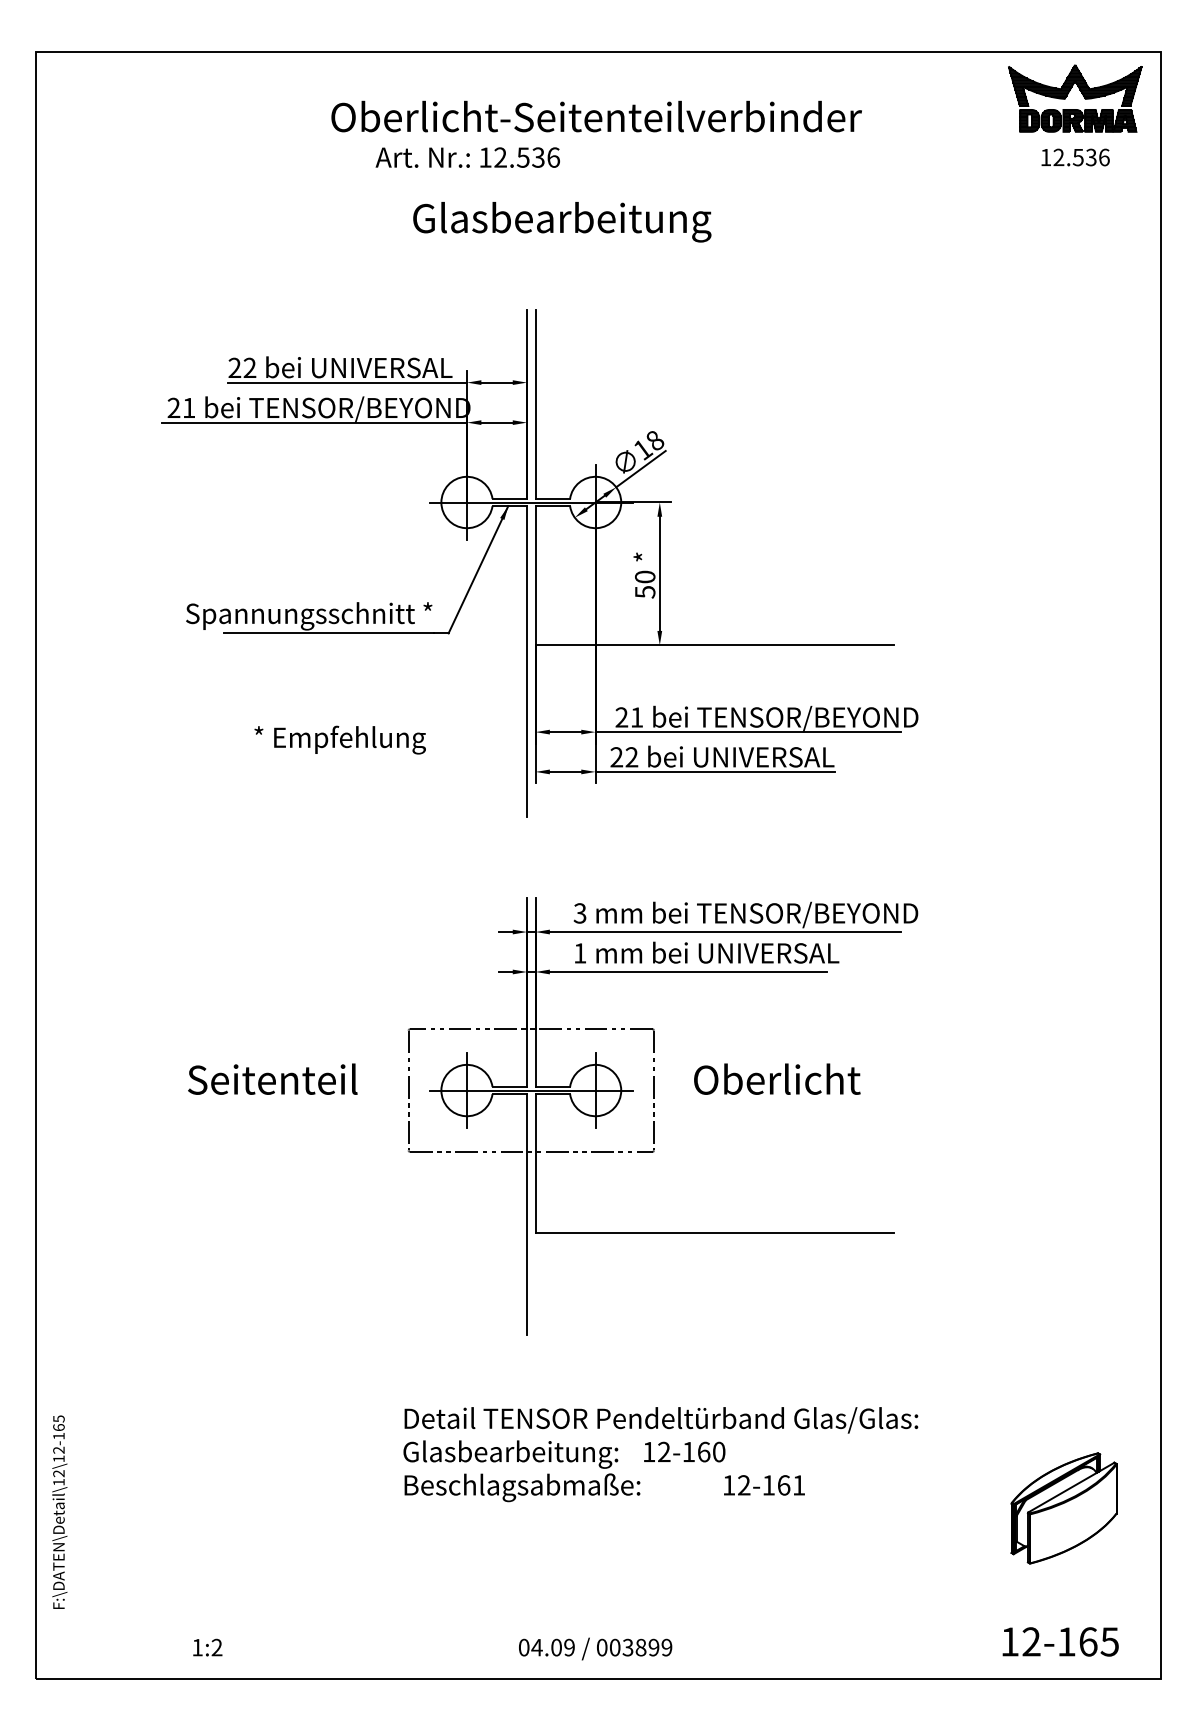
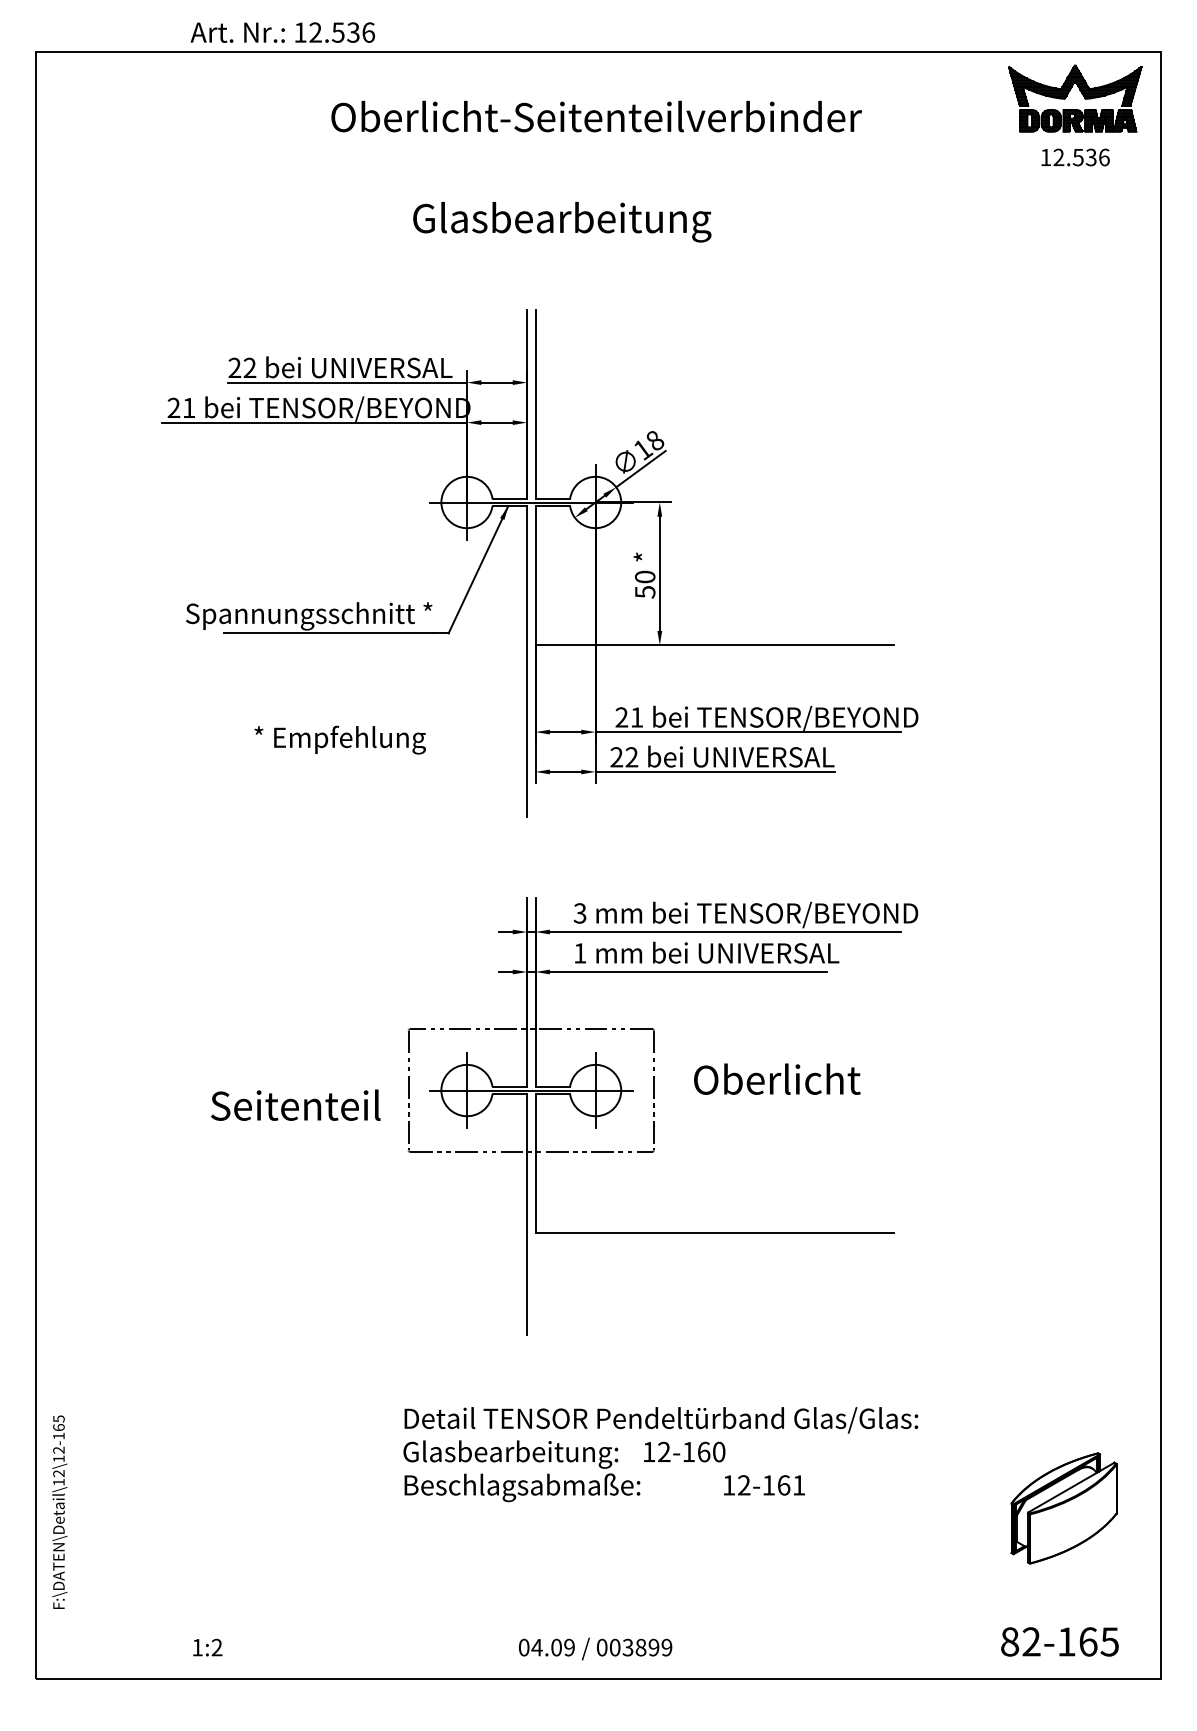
text at (467, 157) position: (467, 157) -> (282, 32)
text at (272, 1078) position: (272, 1078) -> (295, 1104)
text at (1010, 1641): 12-165 -> 82-165
